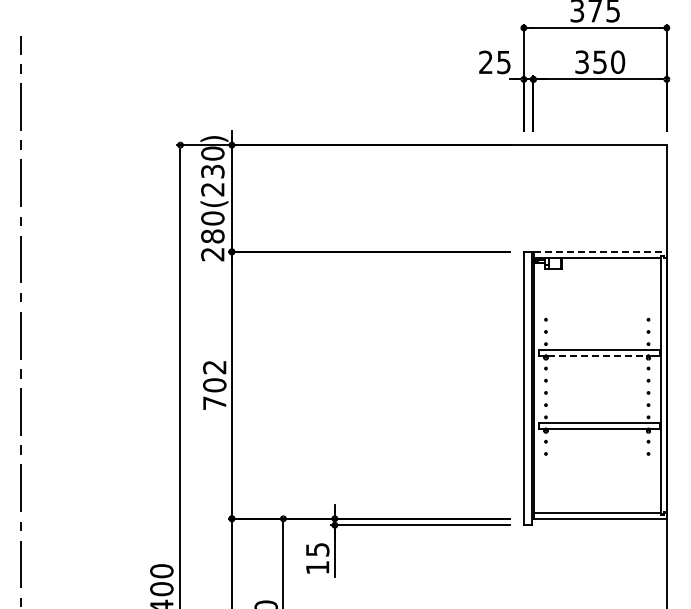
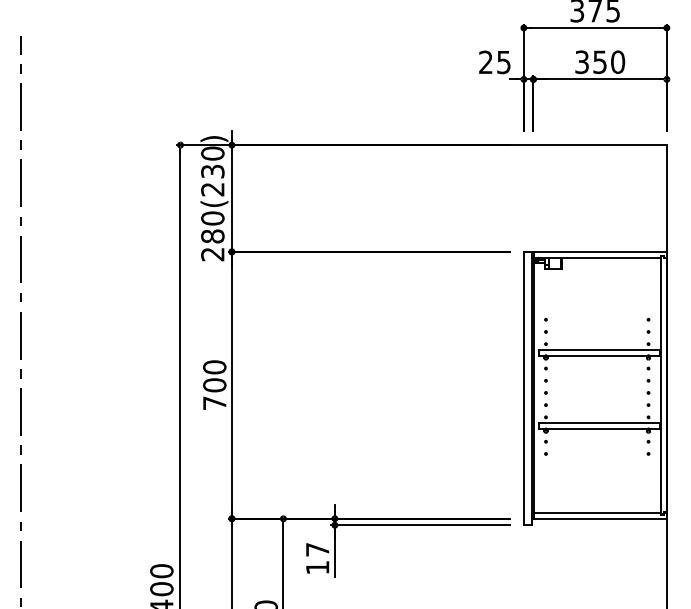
line at (600, 251): dashed -> solid
line at (597, 355): dashed -> solid
text at (214, 367): 702 -> 700
text at (317, 549): 15 -> 17
